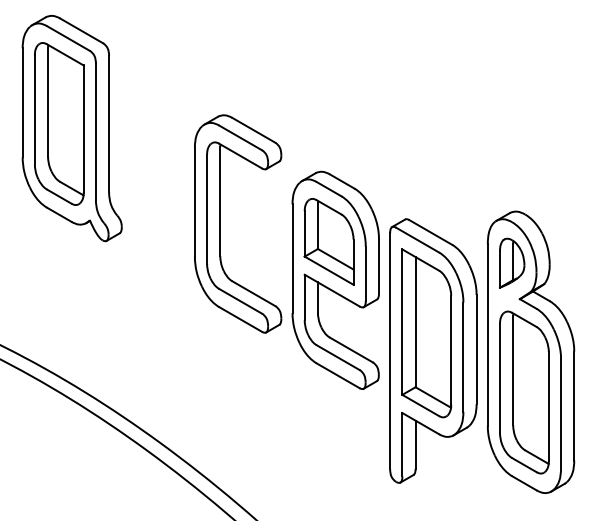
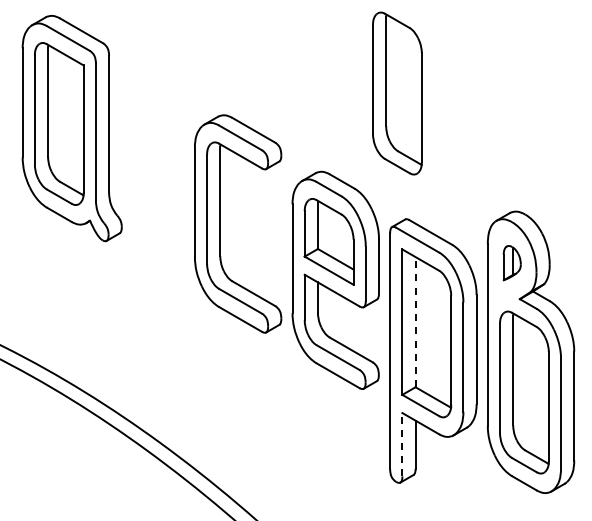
part at (397, 93): none -> present
part at (512, 262) size: 27x52 px -> 20x37 px
line at (415, 321): solid -> dashed
line at (402, 444): solid -> dashed
